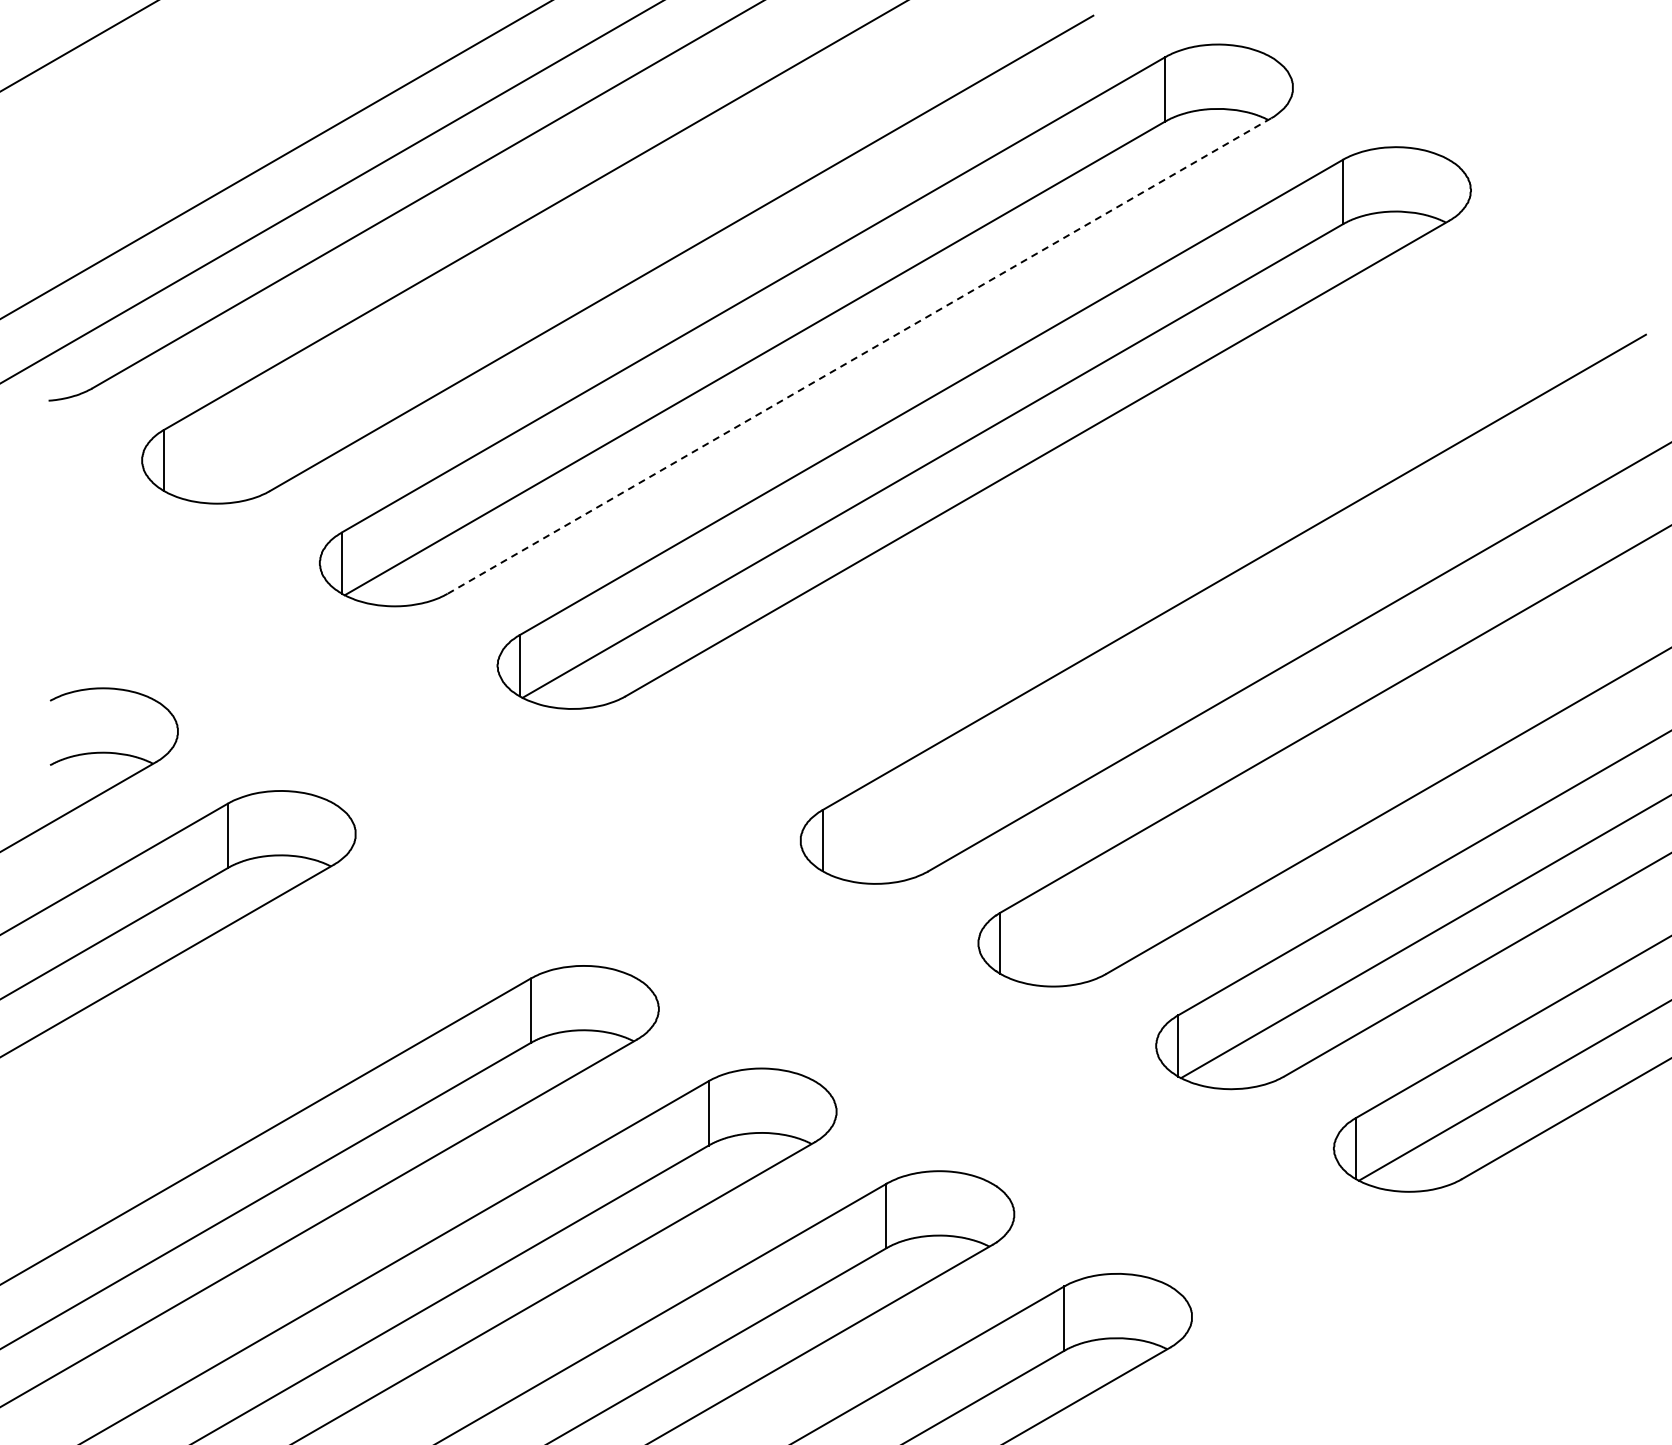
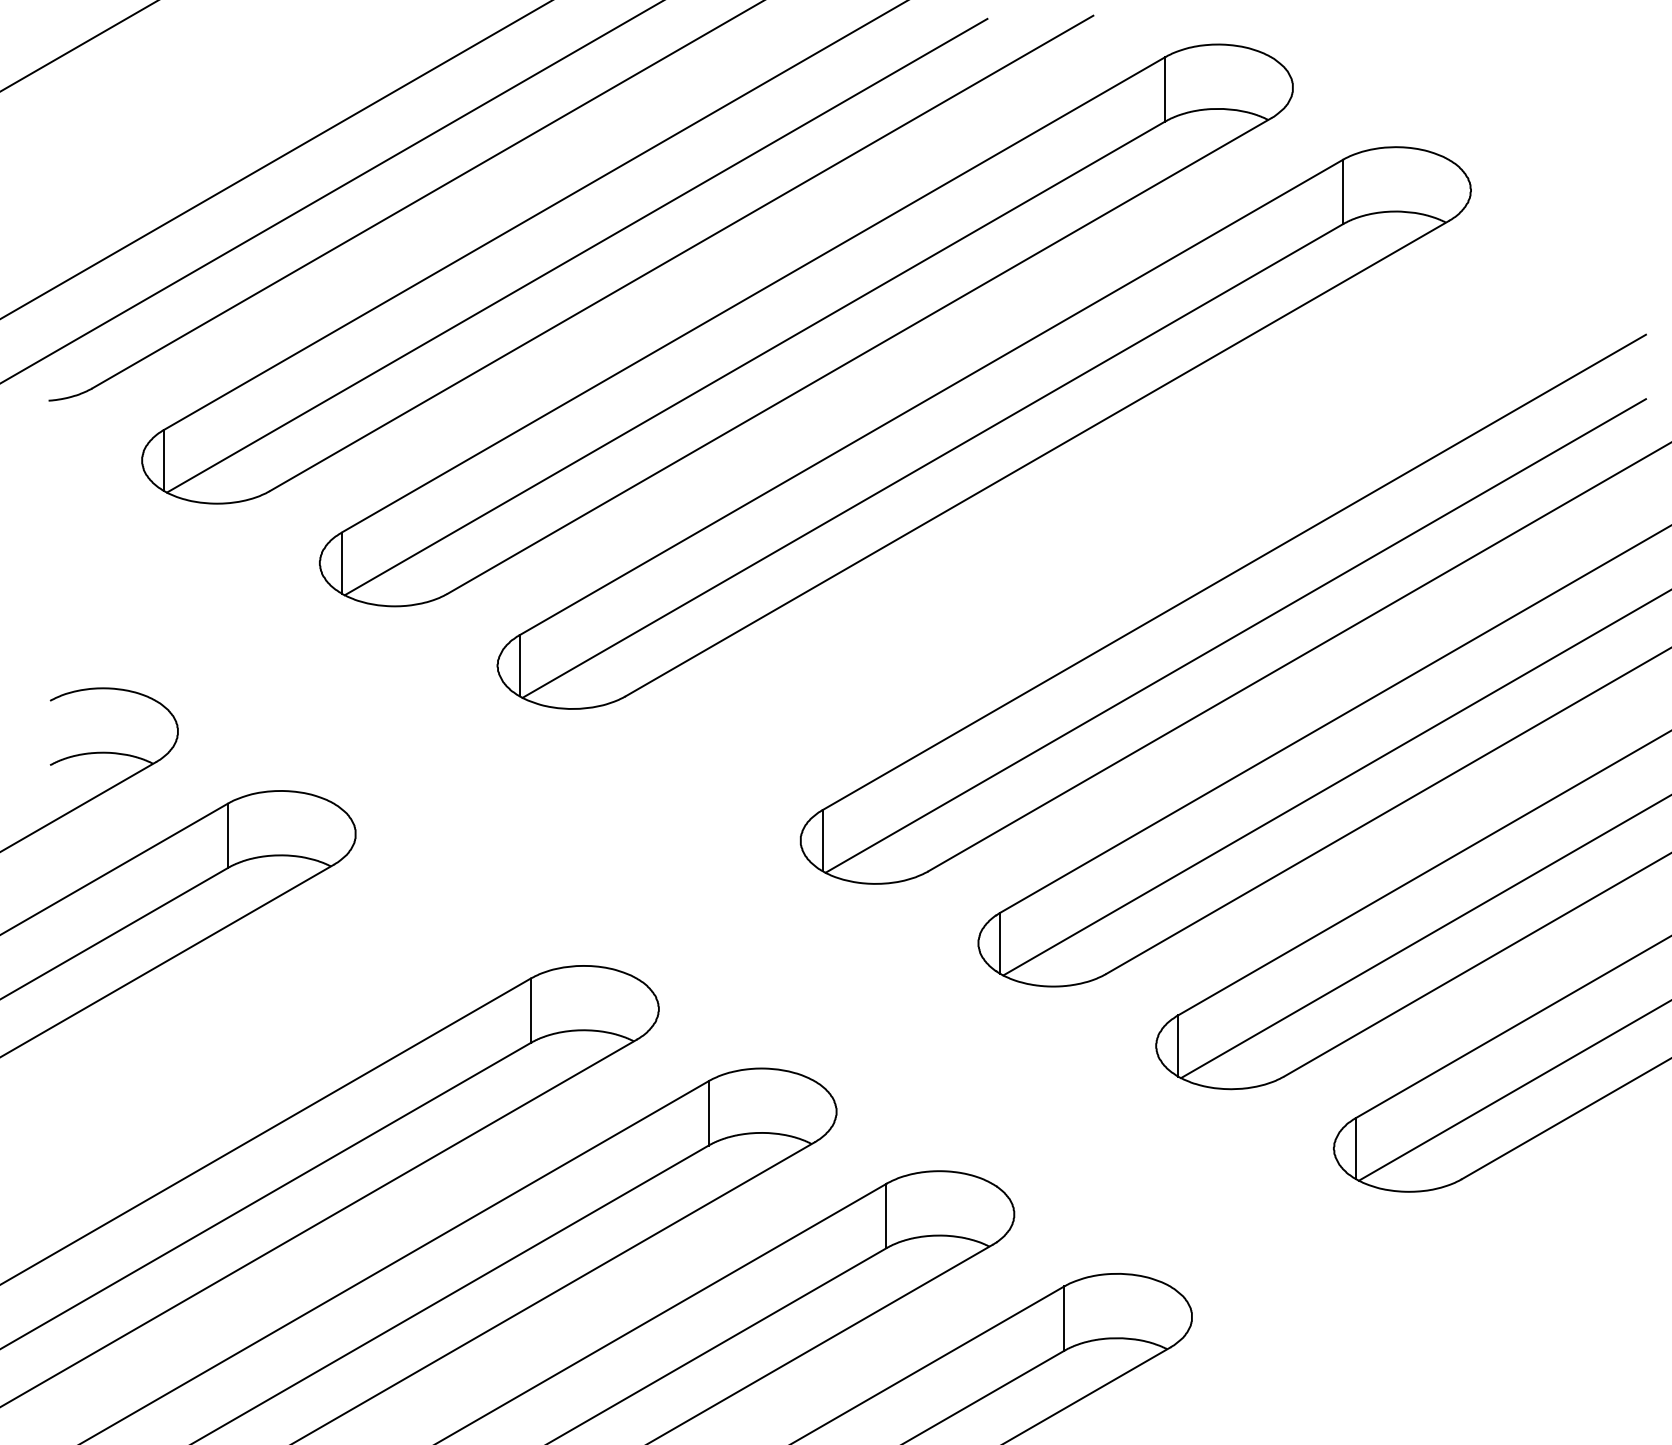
line at (576, 255): none -> present
line at (859, 356): dashed -> solid
line at (1235, 635): none -> present
line at (1335, 783): none -> present
